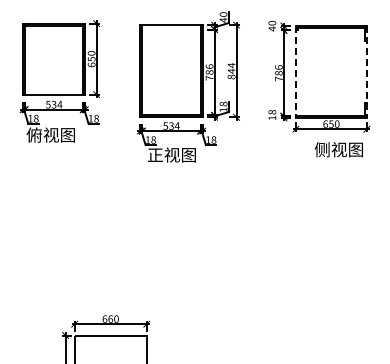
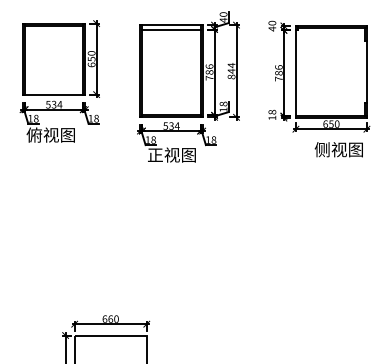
line at (171, 29): none -> present
line at (295, 72): dashed -> solid
line at (366, 72): dashed -> solid
